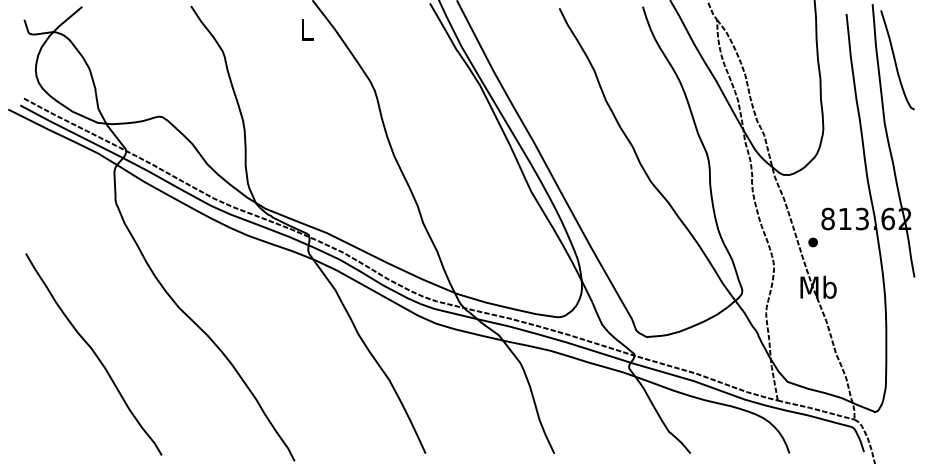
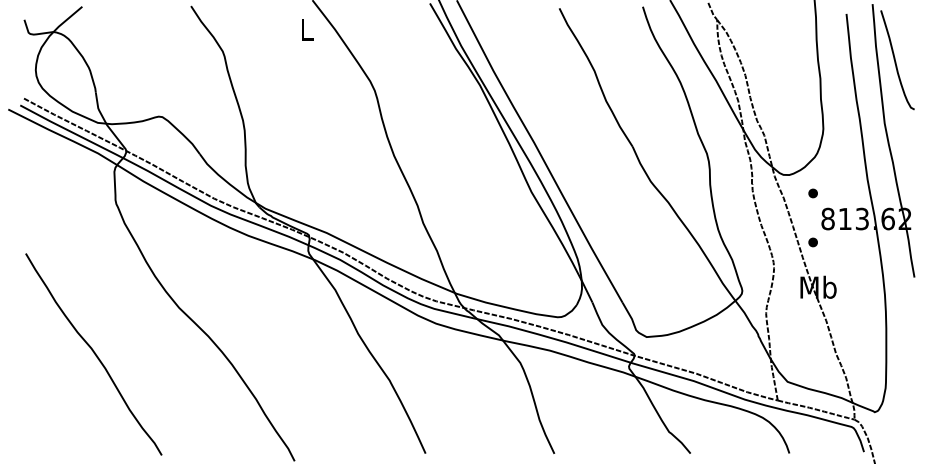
part at (812, 193): none -> present
